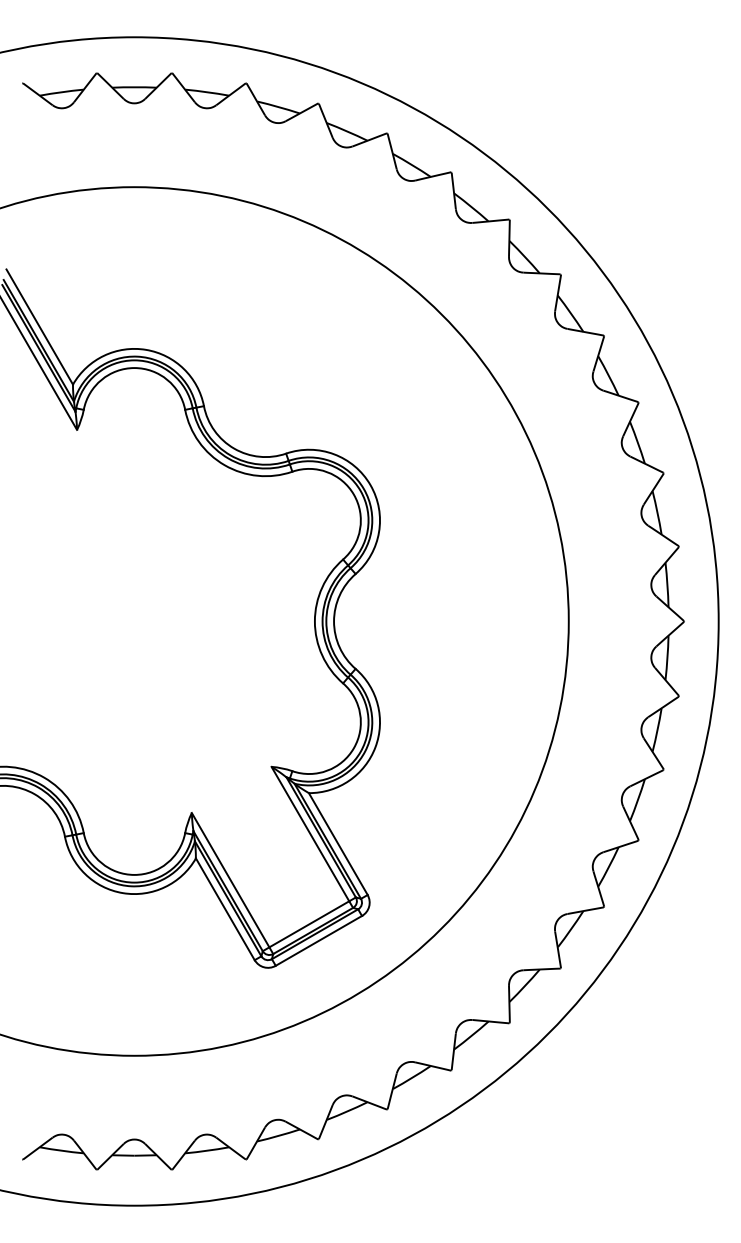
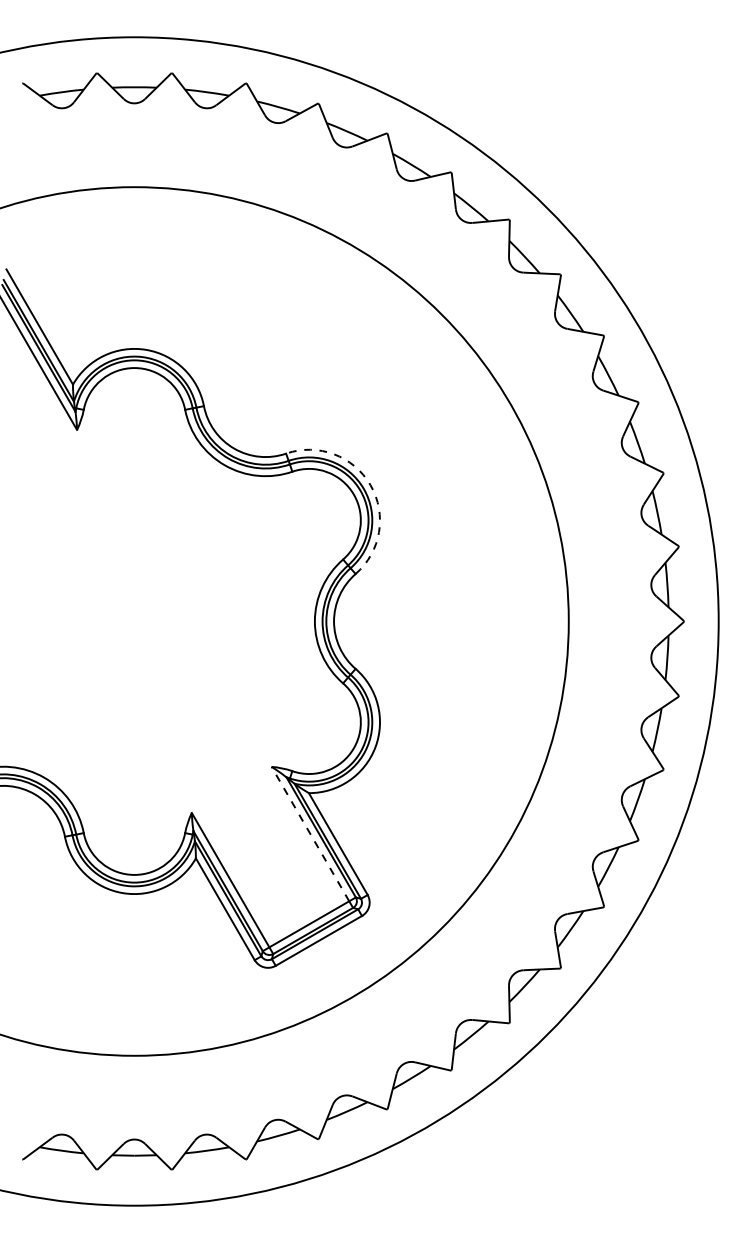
arc at (370, 485): solid -> dashed
line at (310, 834): solid -> dashed
